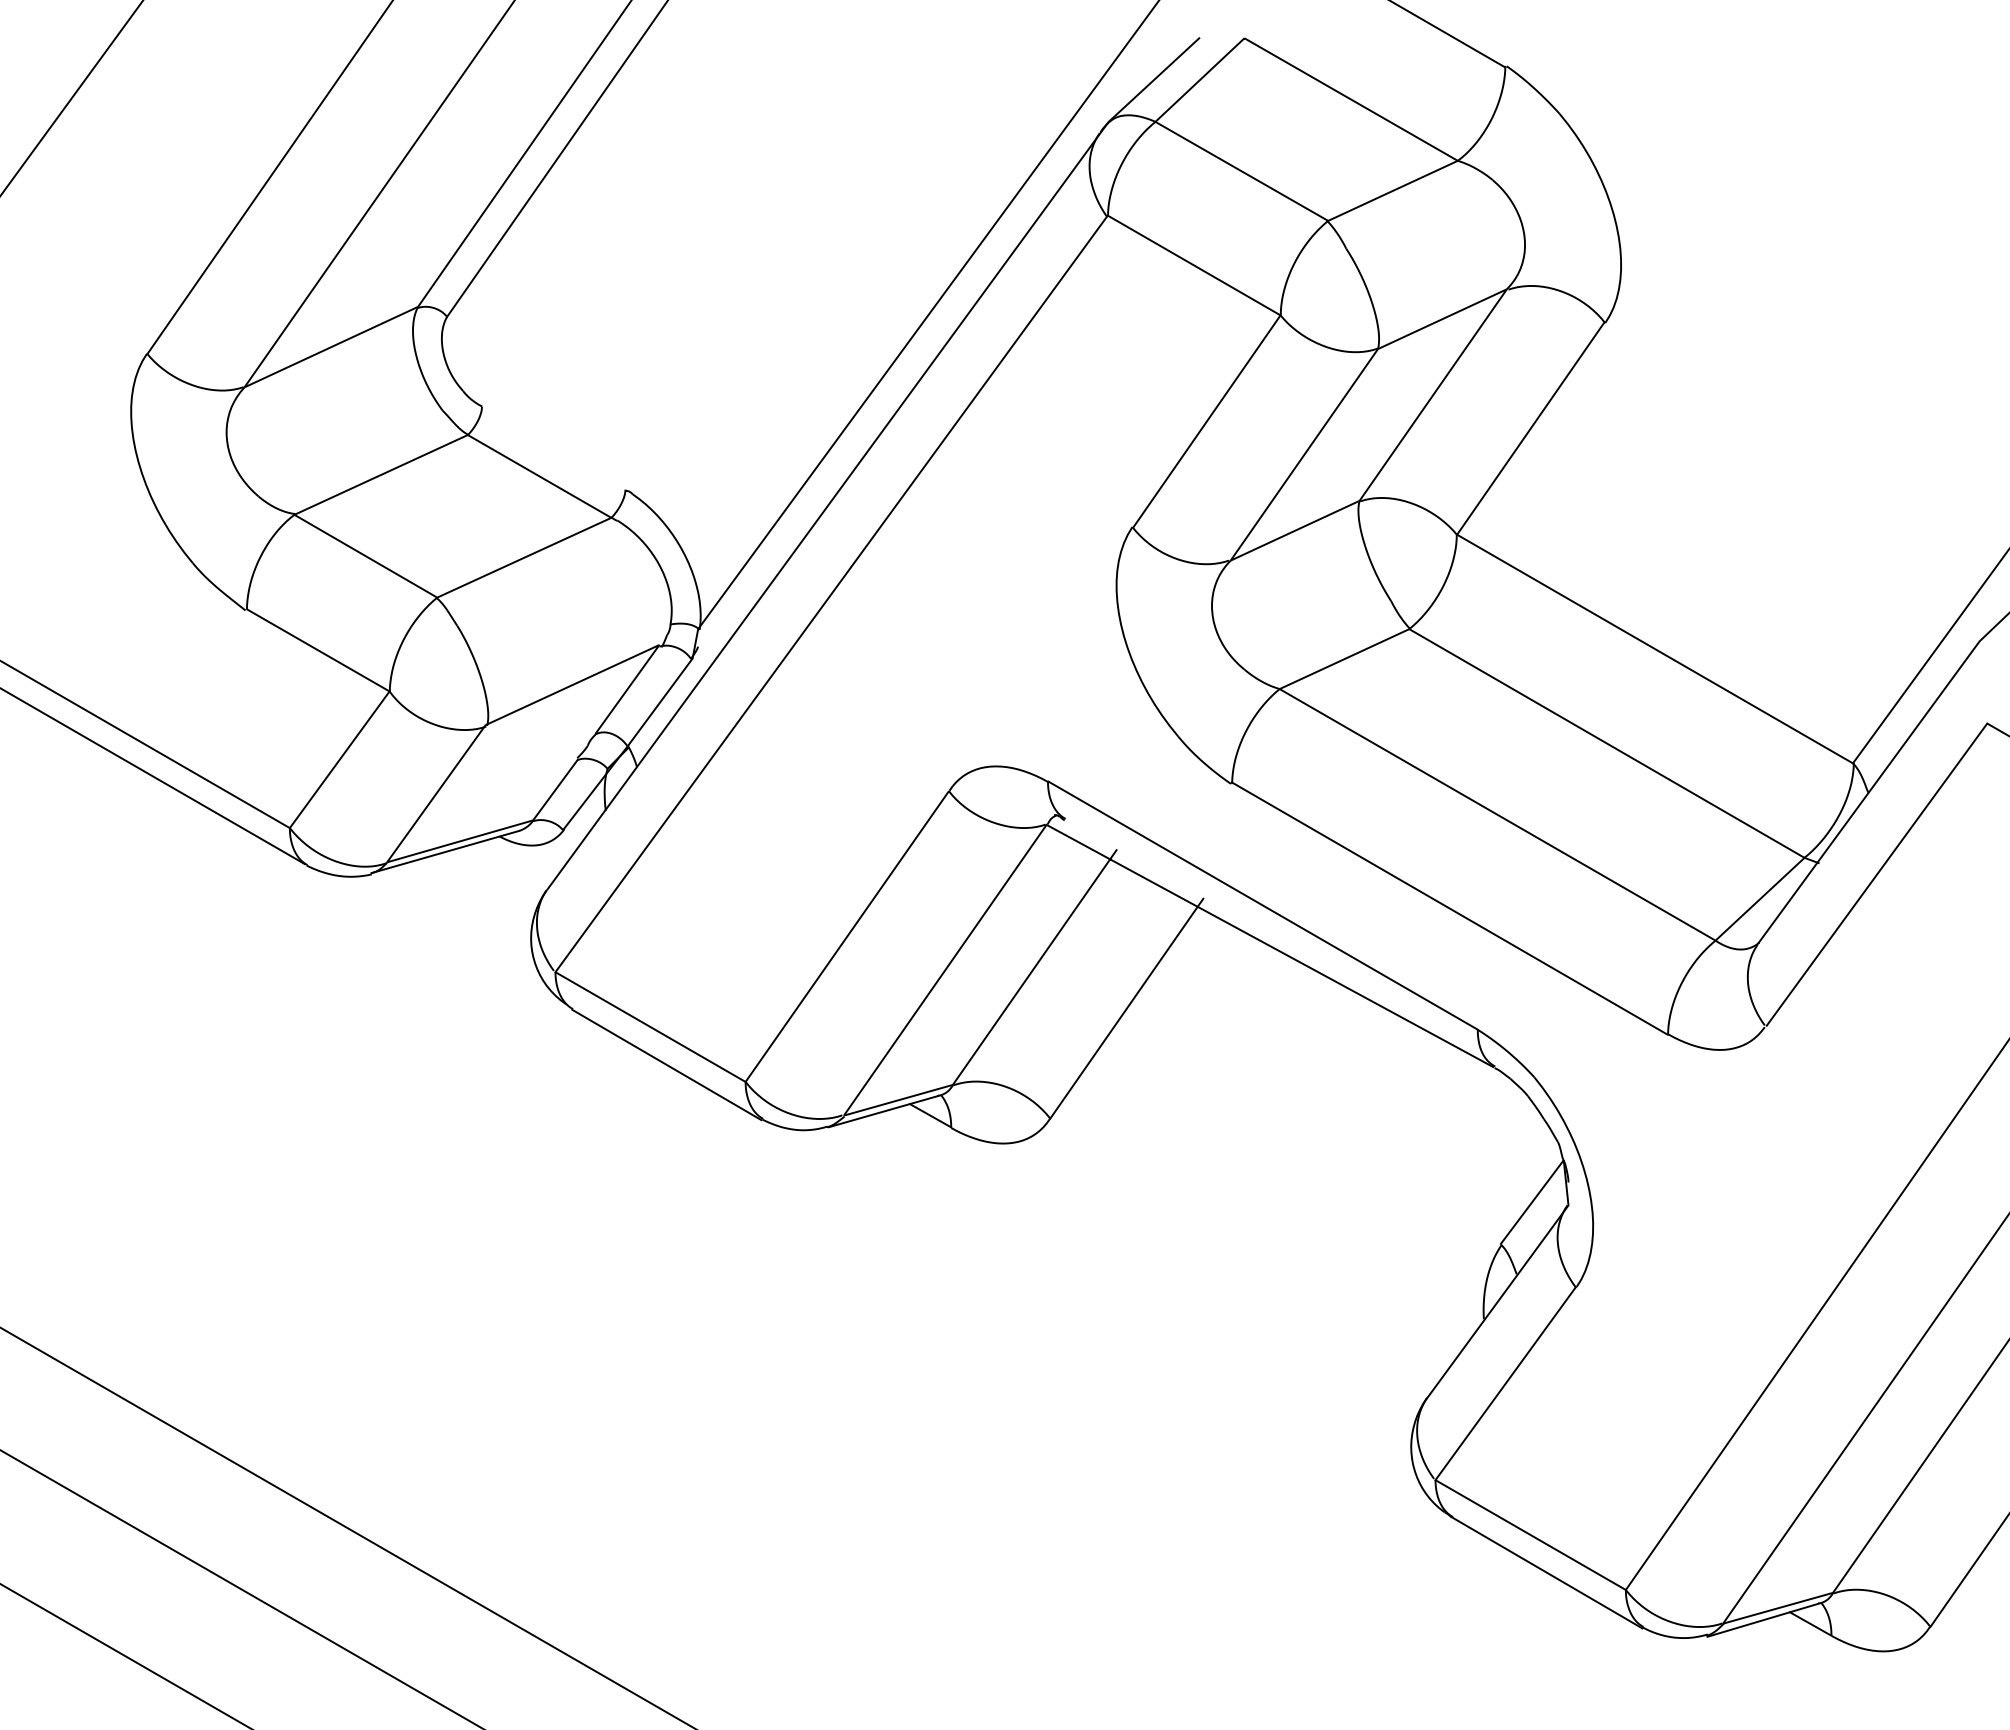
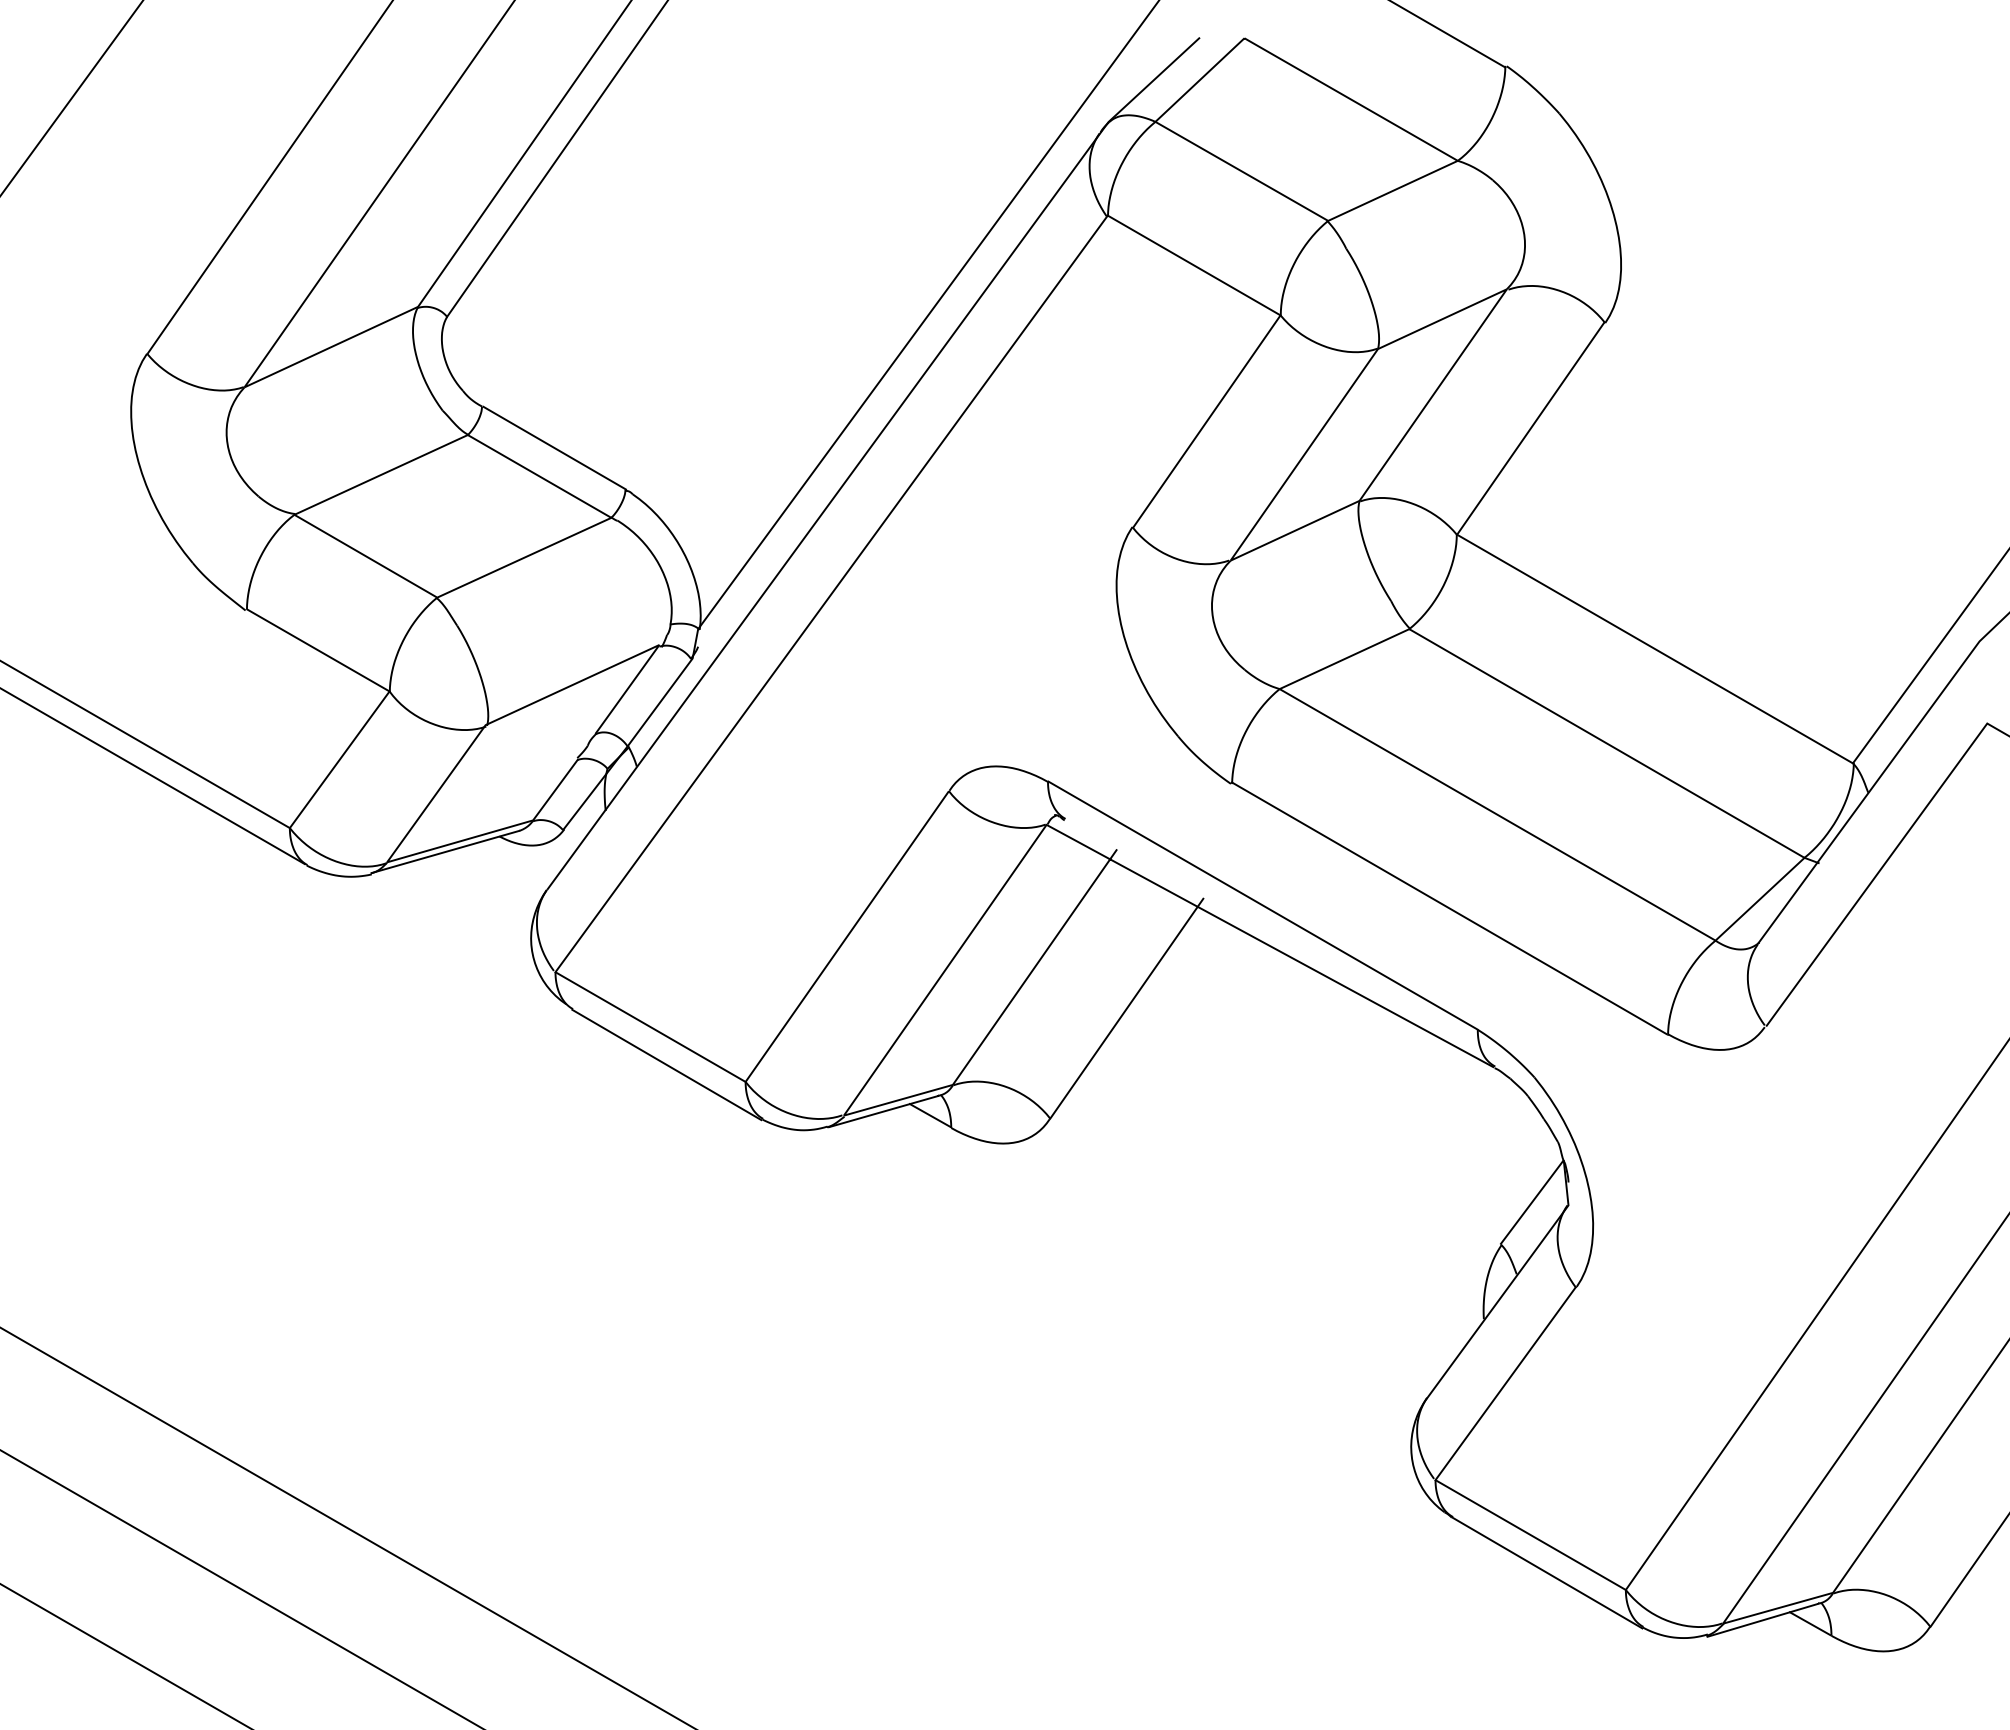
line at (554, 447): none -> present
